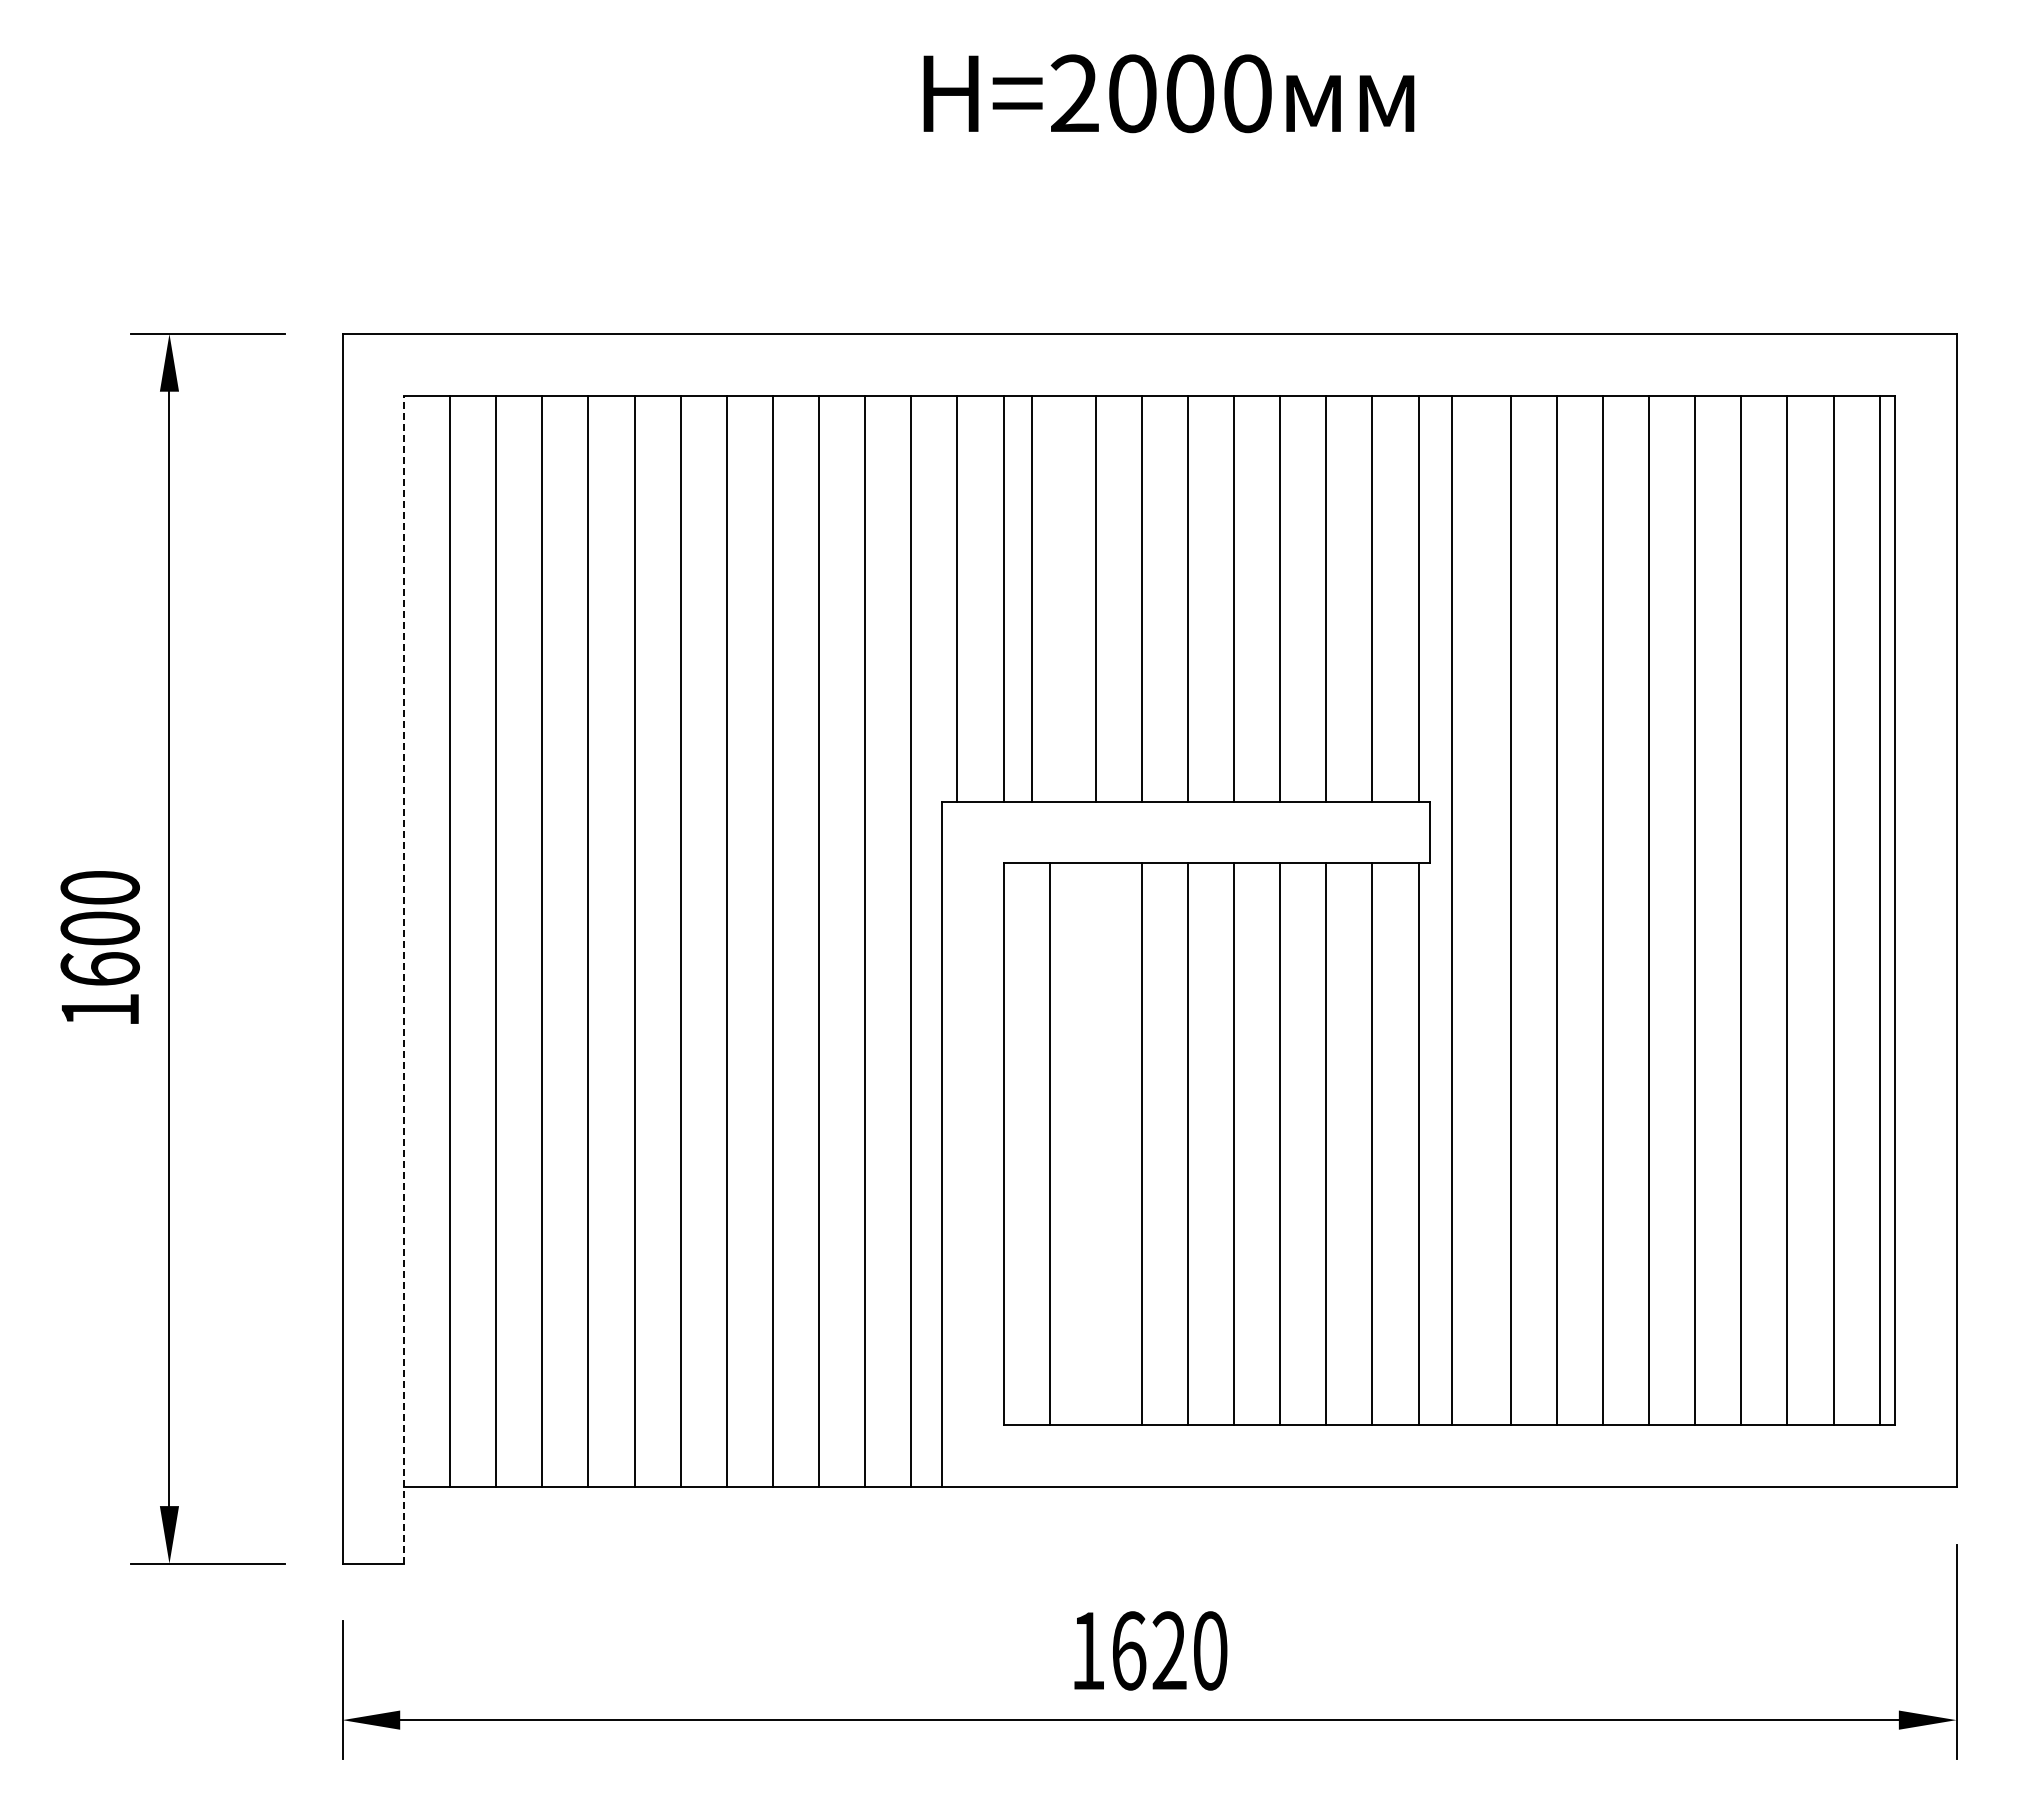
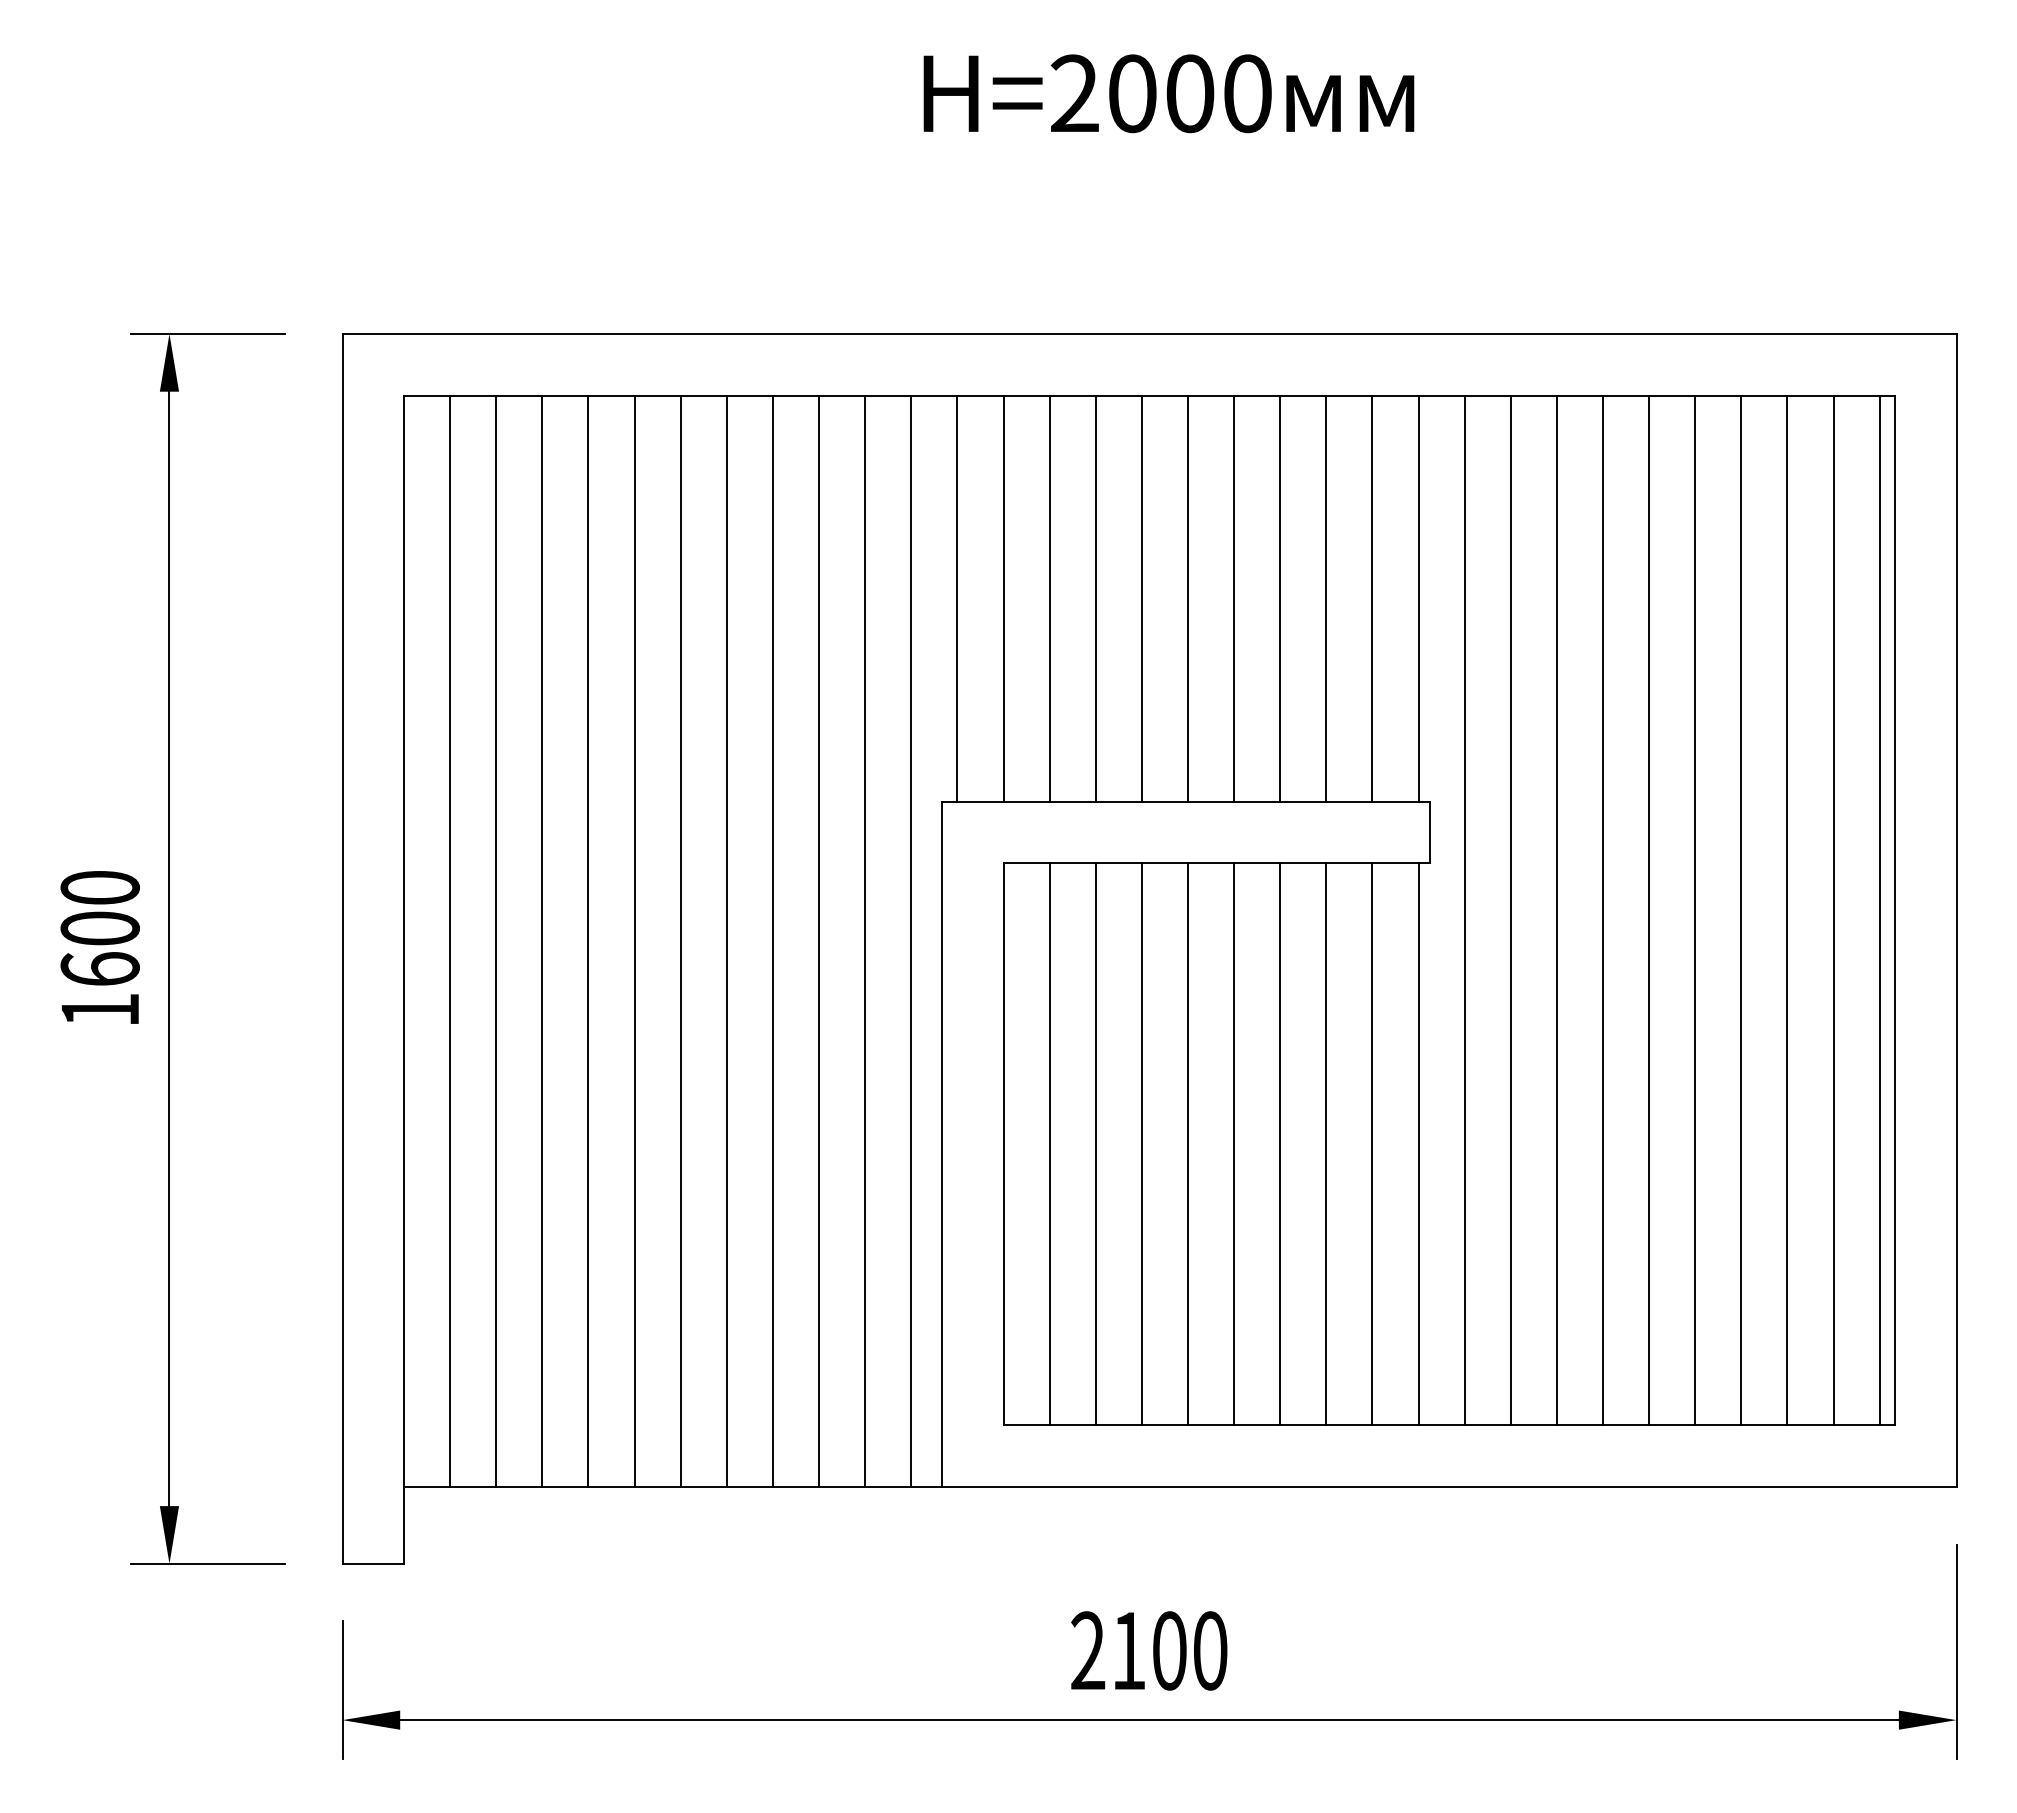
line at (1031, 598) position: (1031, 598) -> (1049, 598)
line at (1451, 910) position: (1451, 910) -> (1464, 910)
line at (404, 979): dashed -> solid
line at (1095, 1144): none -> present
text at (1128, 1650): 1620 -> 2100
